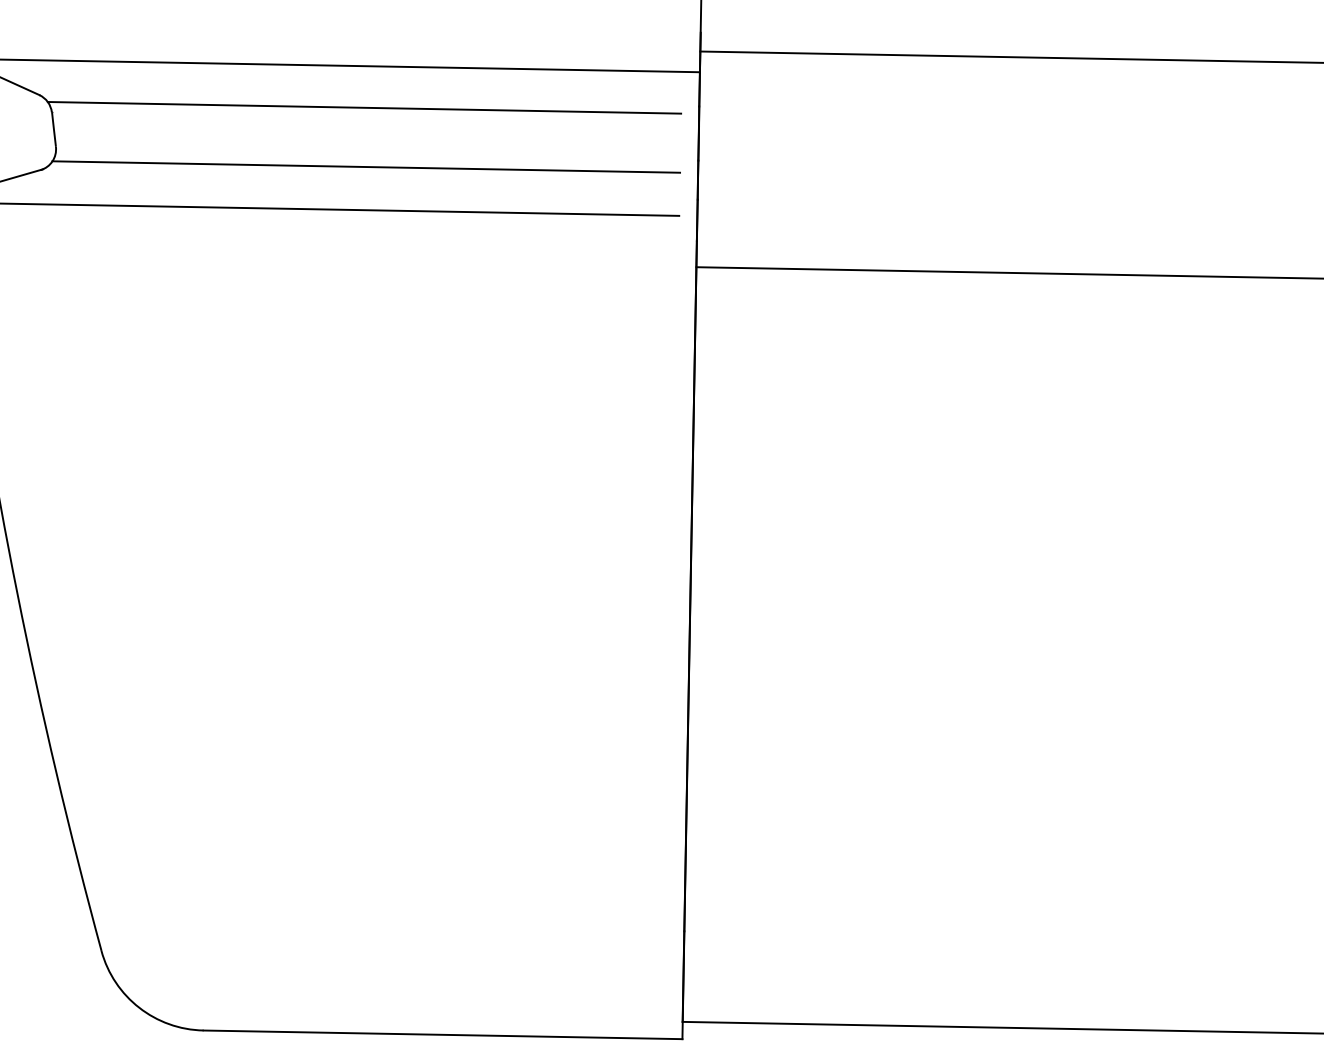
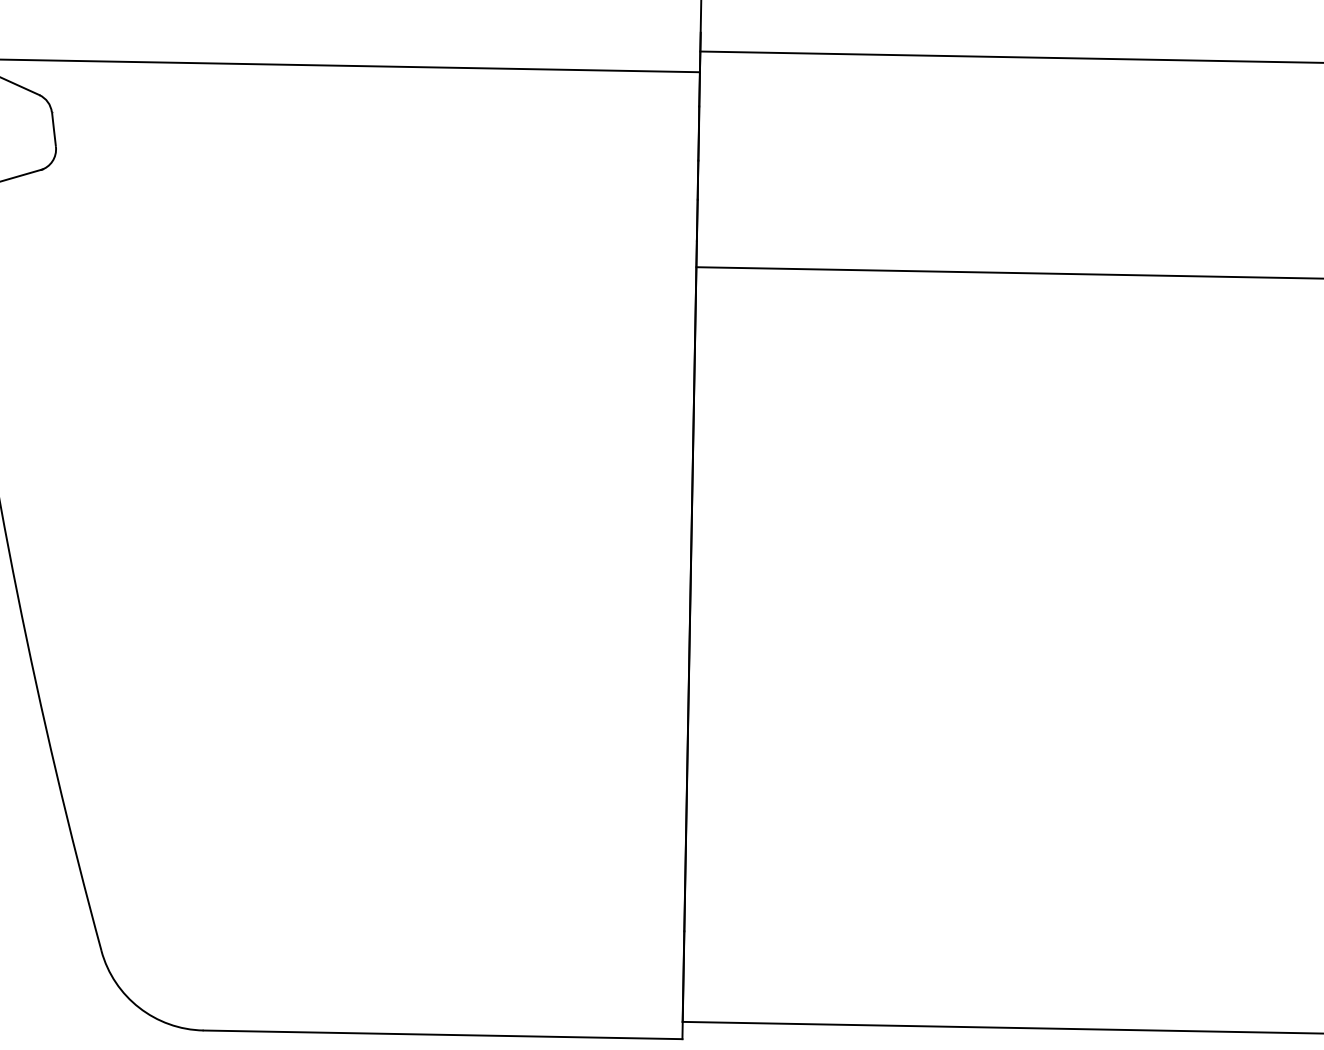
line at (364, 107): present -> none
line at (366, 166): present -> none
line at (340, 209): present -> none
